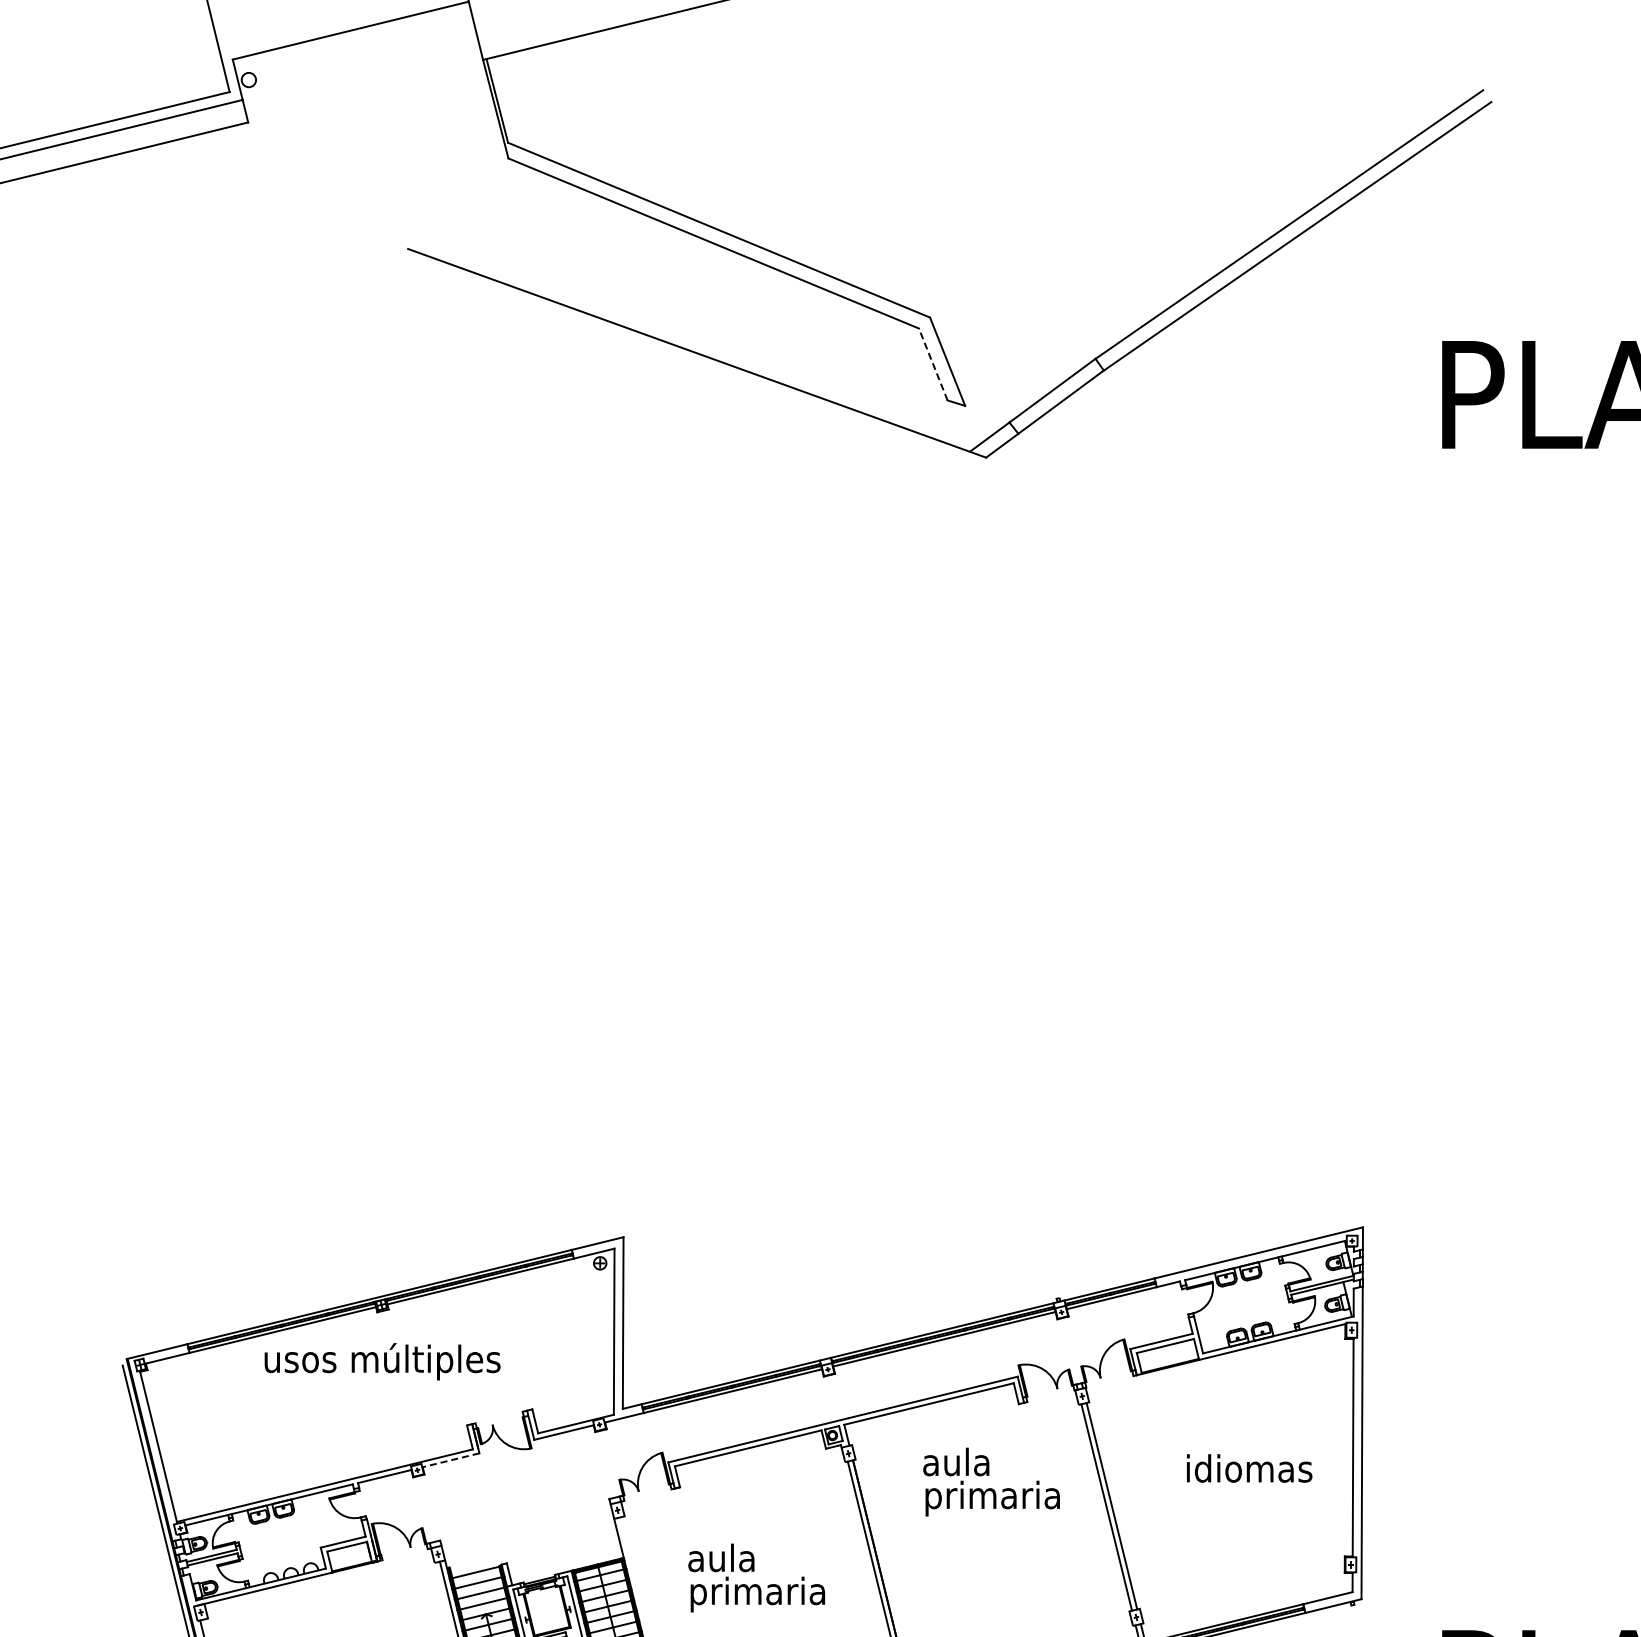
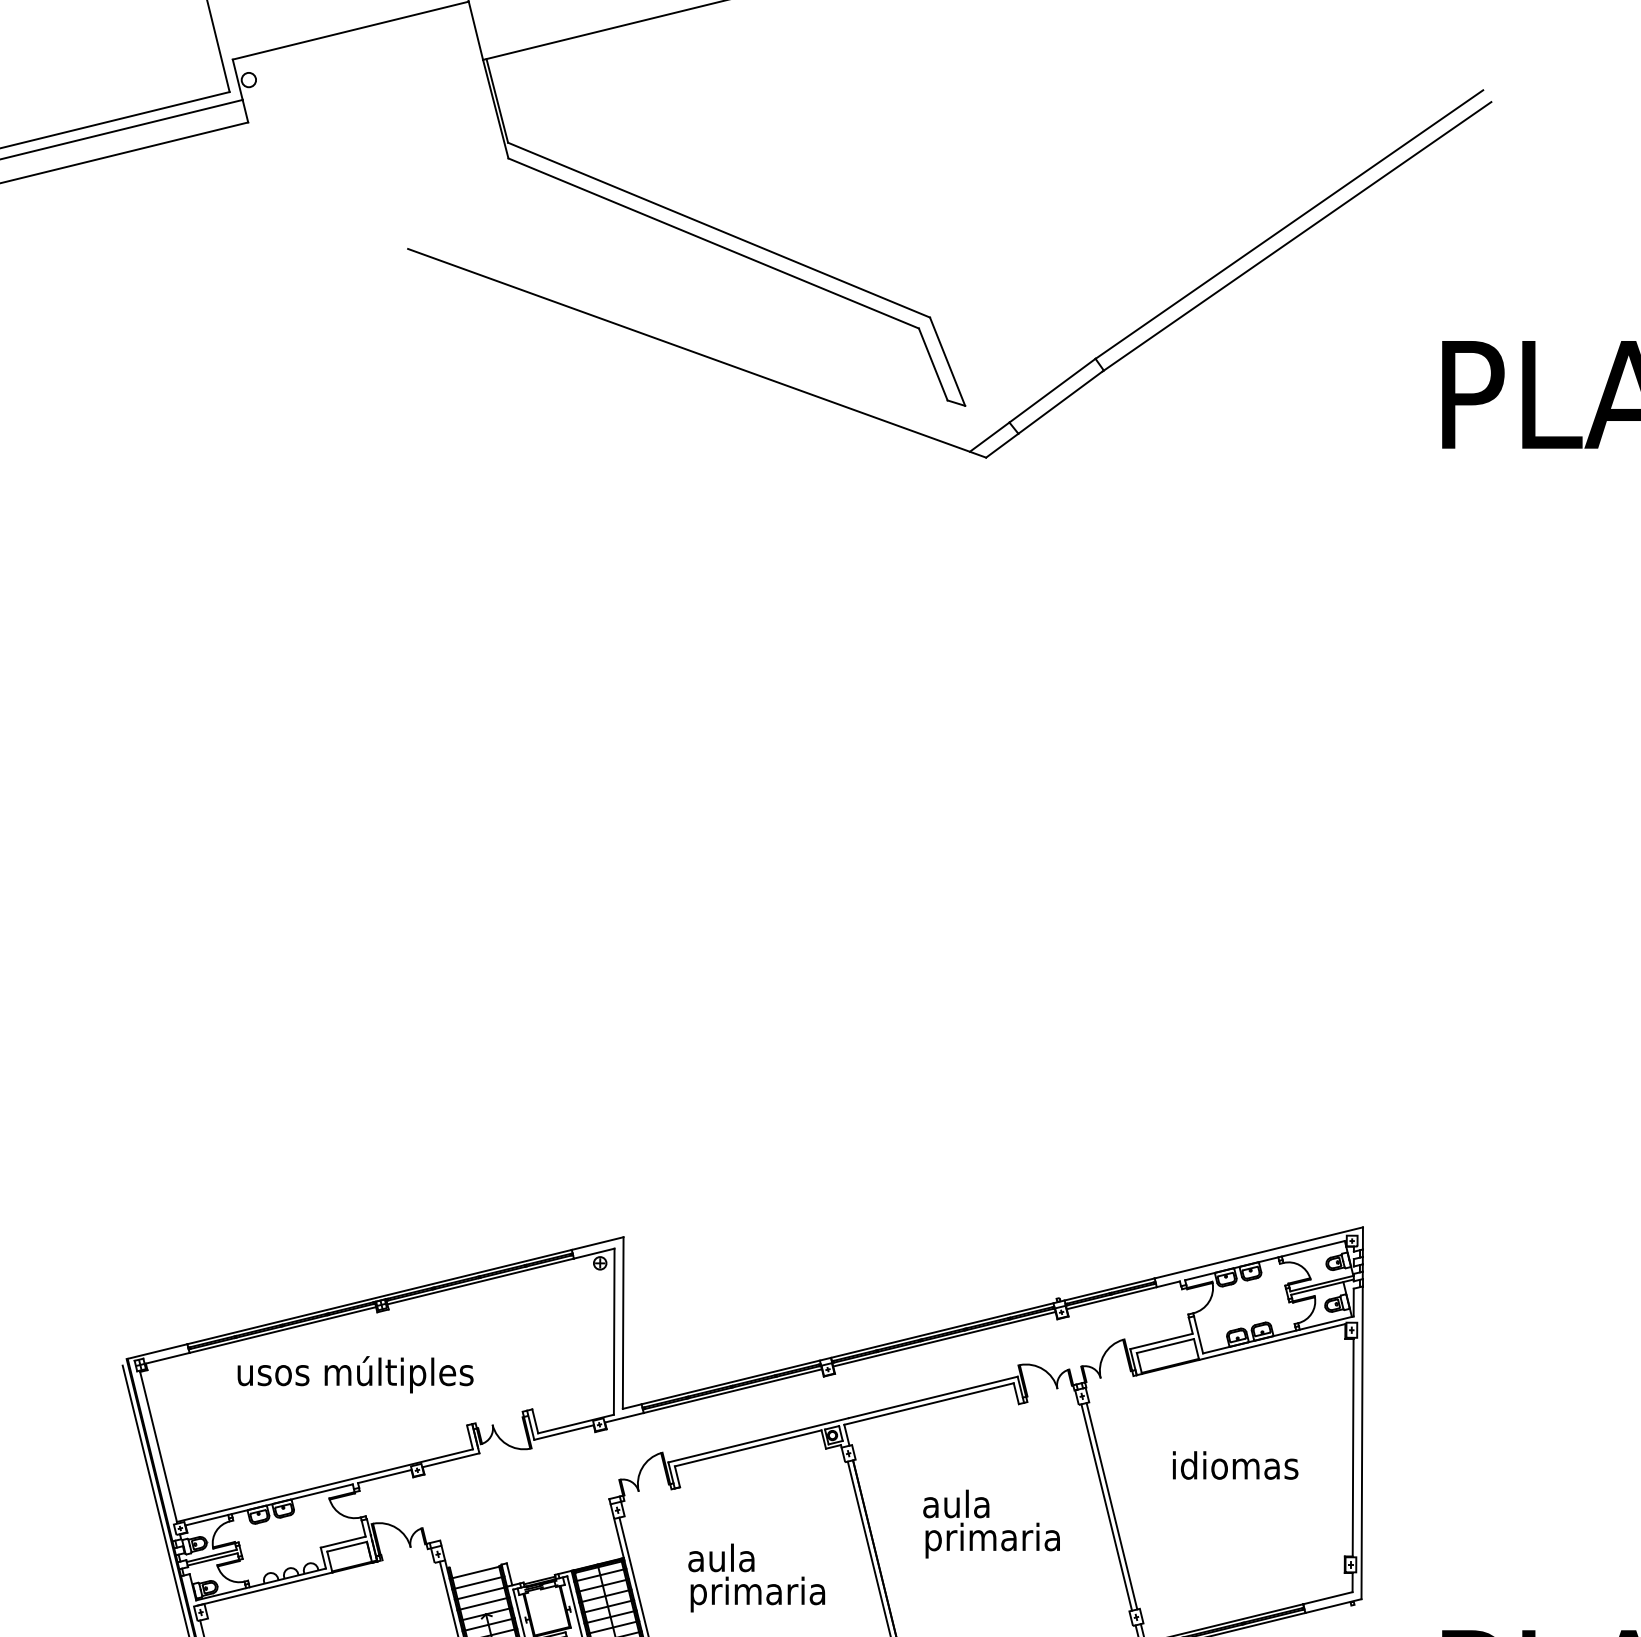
line at (933, 364): dashed -> solid
text at (382, 1361) position: (382, 1361) -> (355, 1374)
line at (450, 1460): dashed -> solid
text at (1249, 1468) position: (1249, 1468) -> (1235, 1465)
text at (991, 1481) position: (991, 1481) -> (991, 1523)
line at (633, 1575): none -> present
